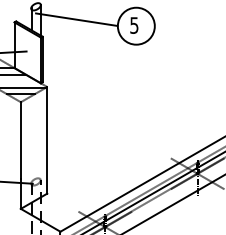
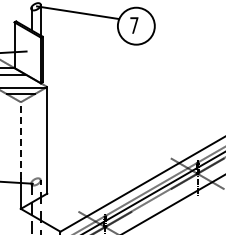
line at (76, 19) position: (76, 19) -> (77, 12)
text at (134, 25): 5 -> 7
line at (20, 140): solid -> dashed
